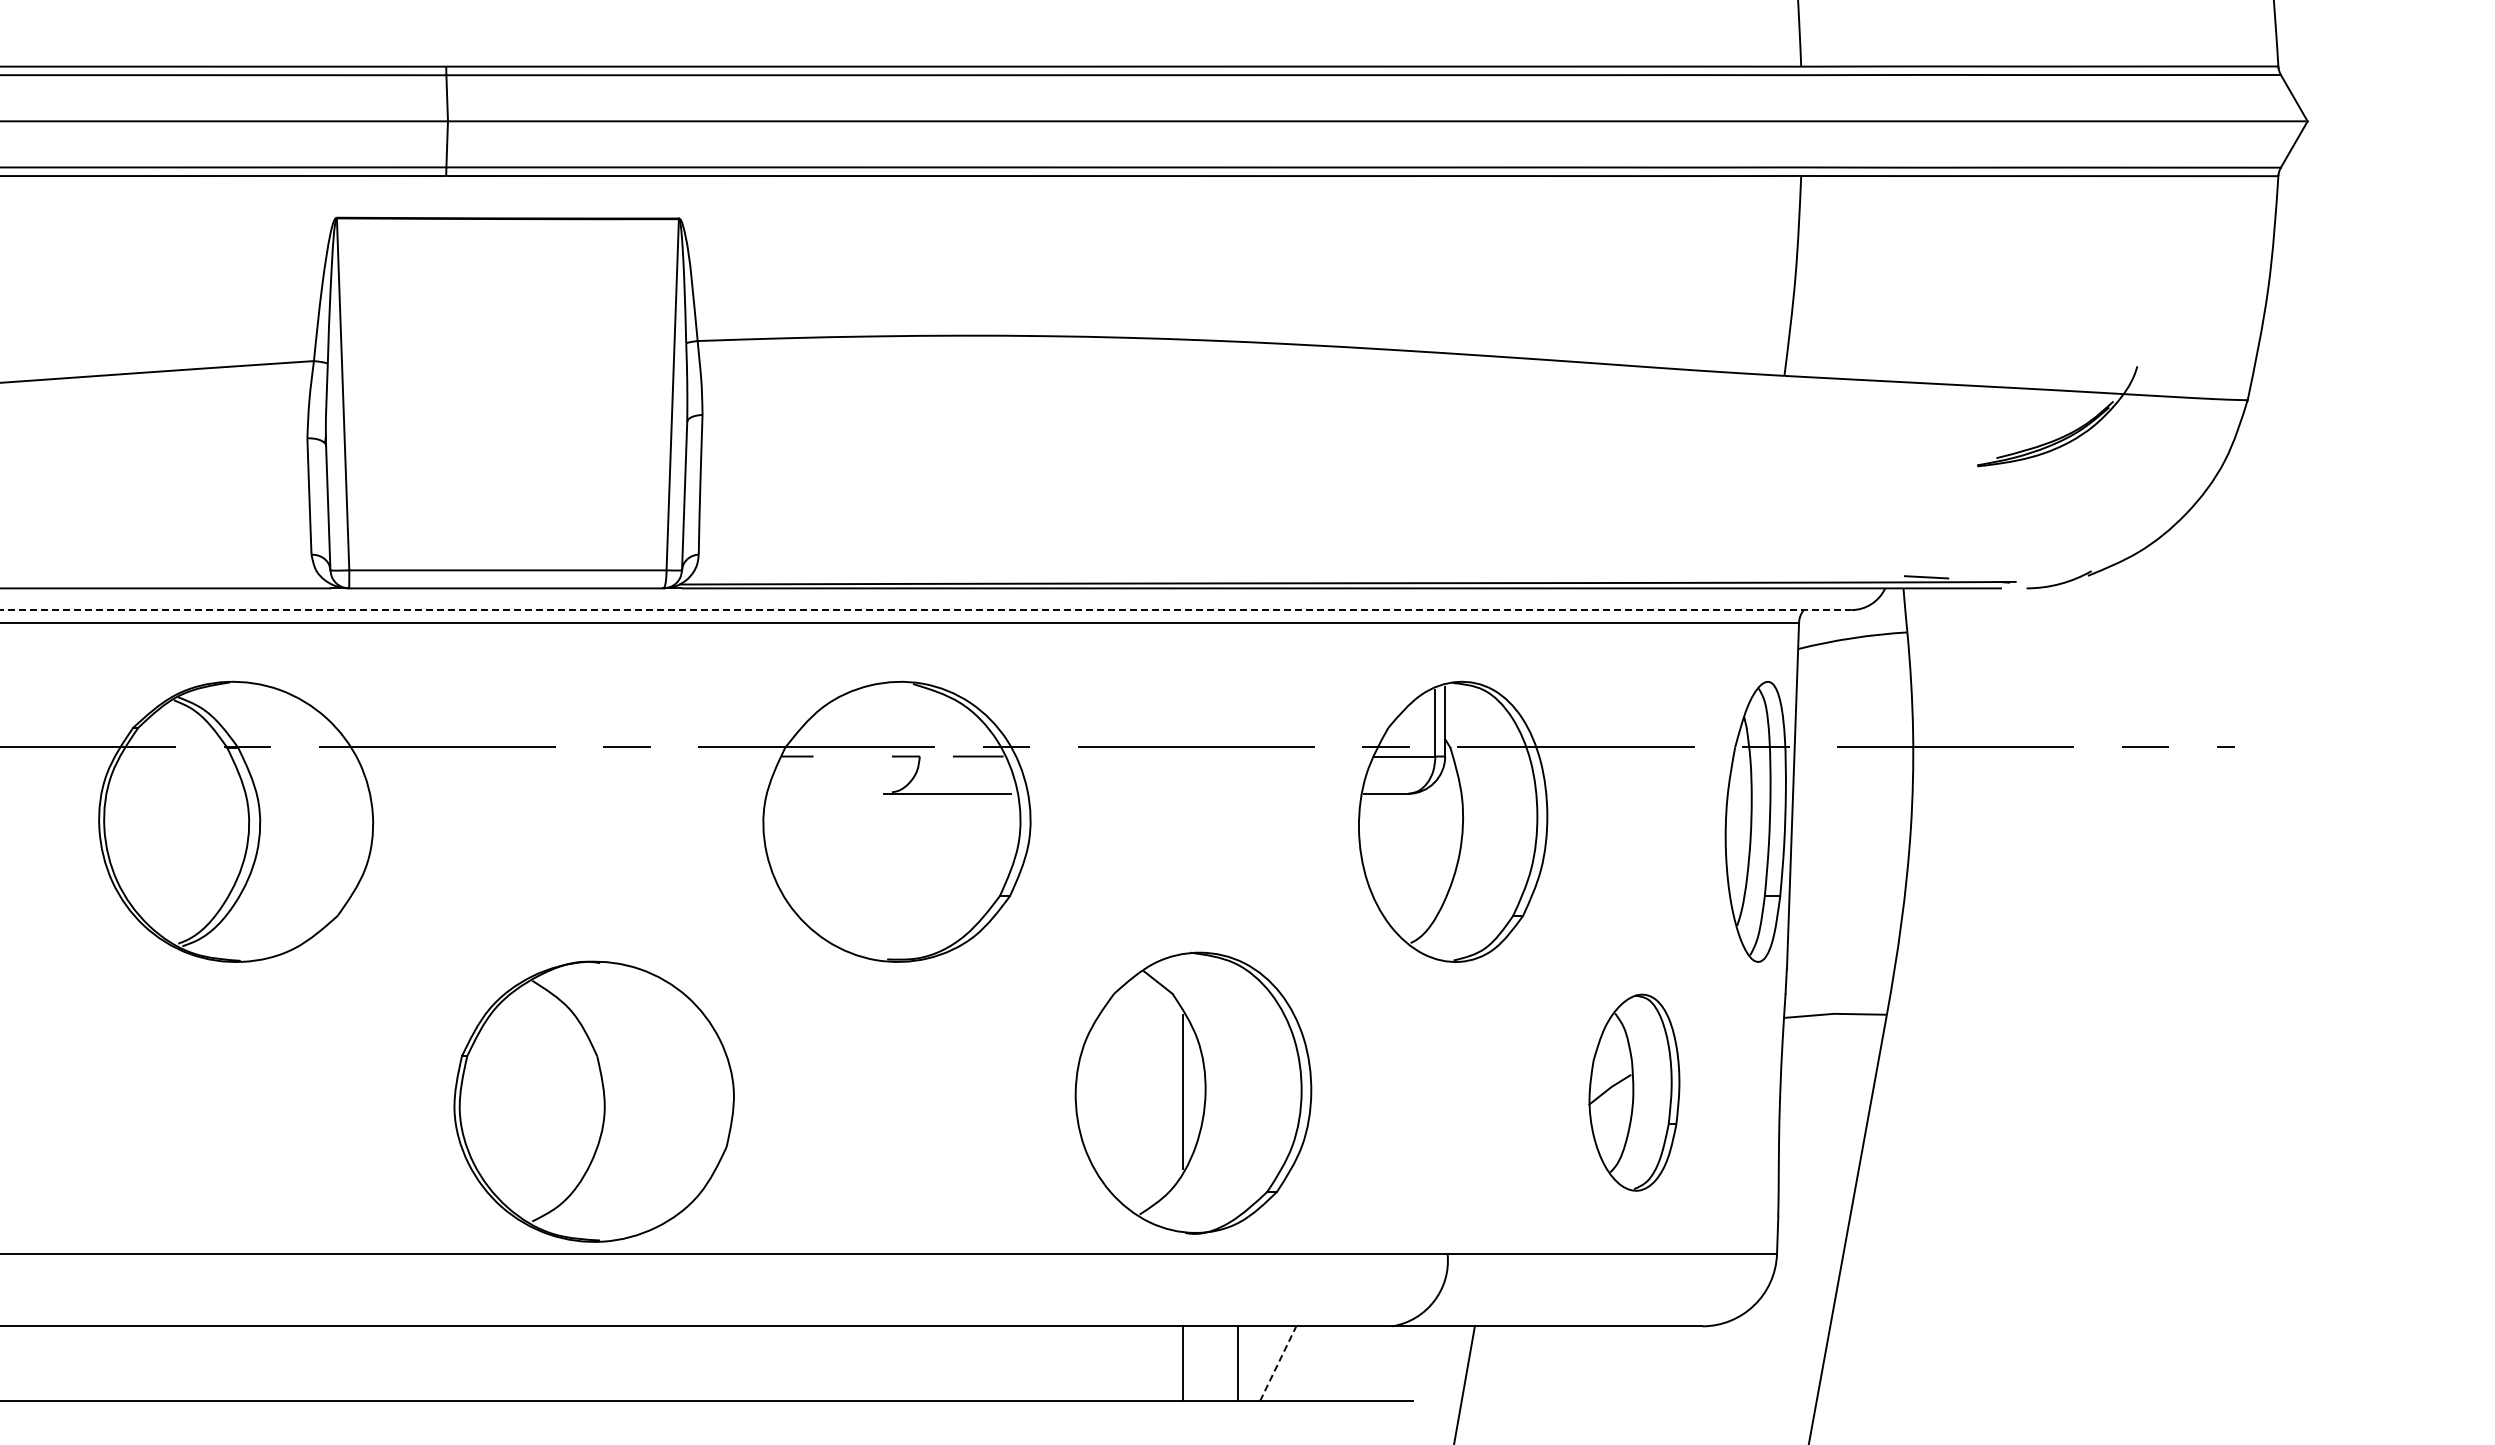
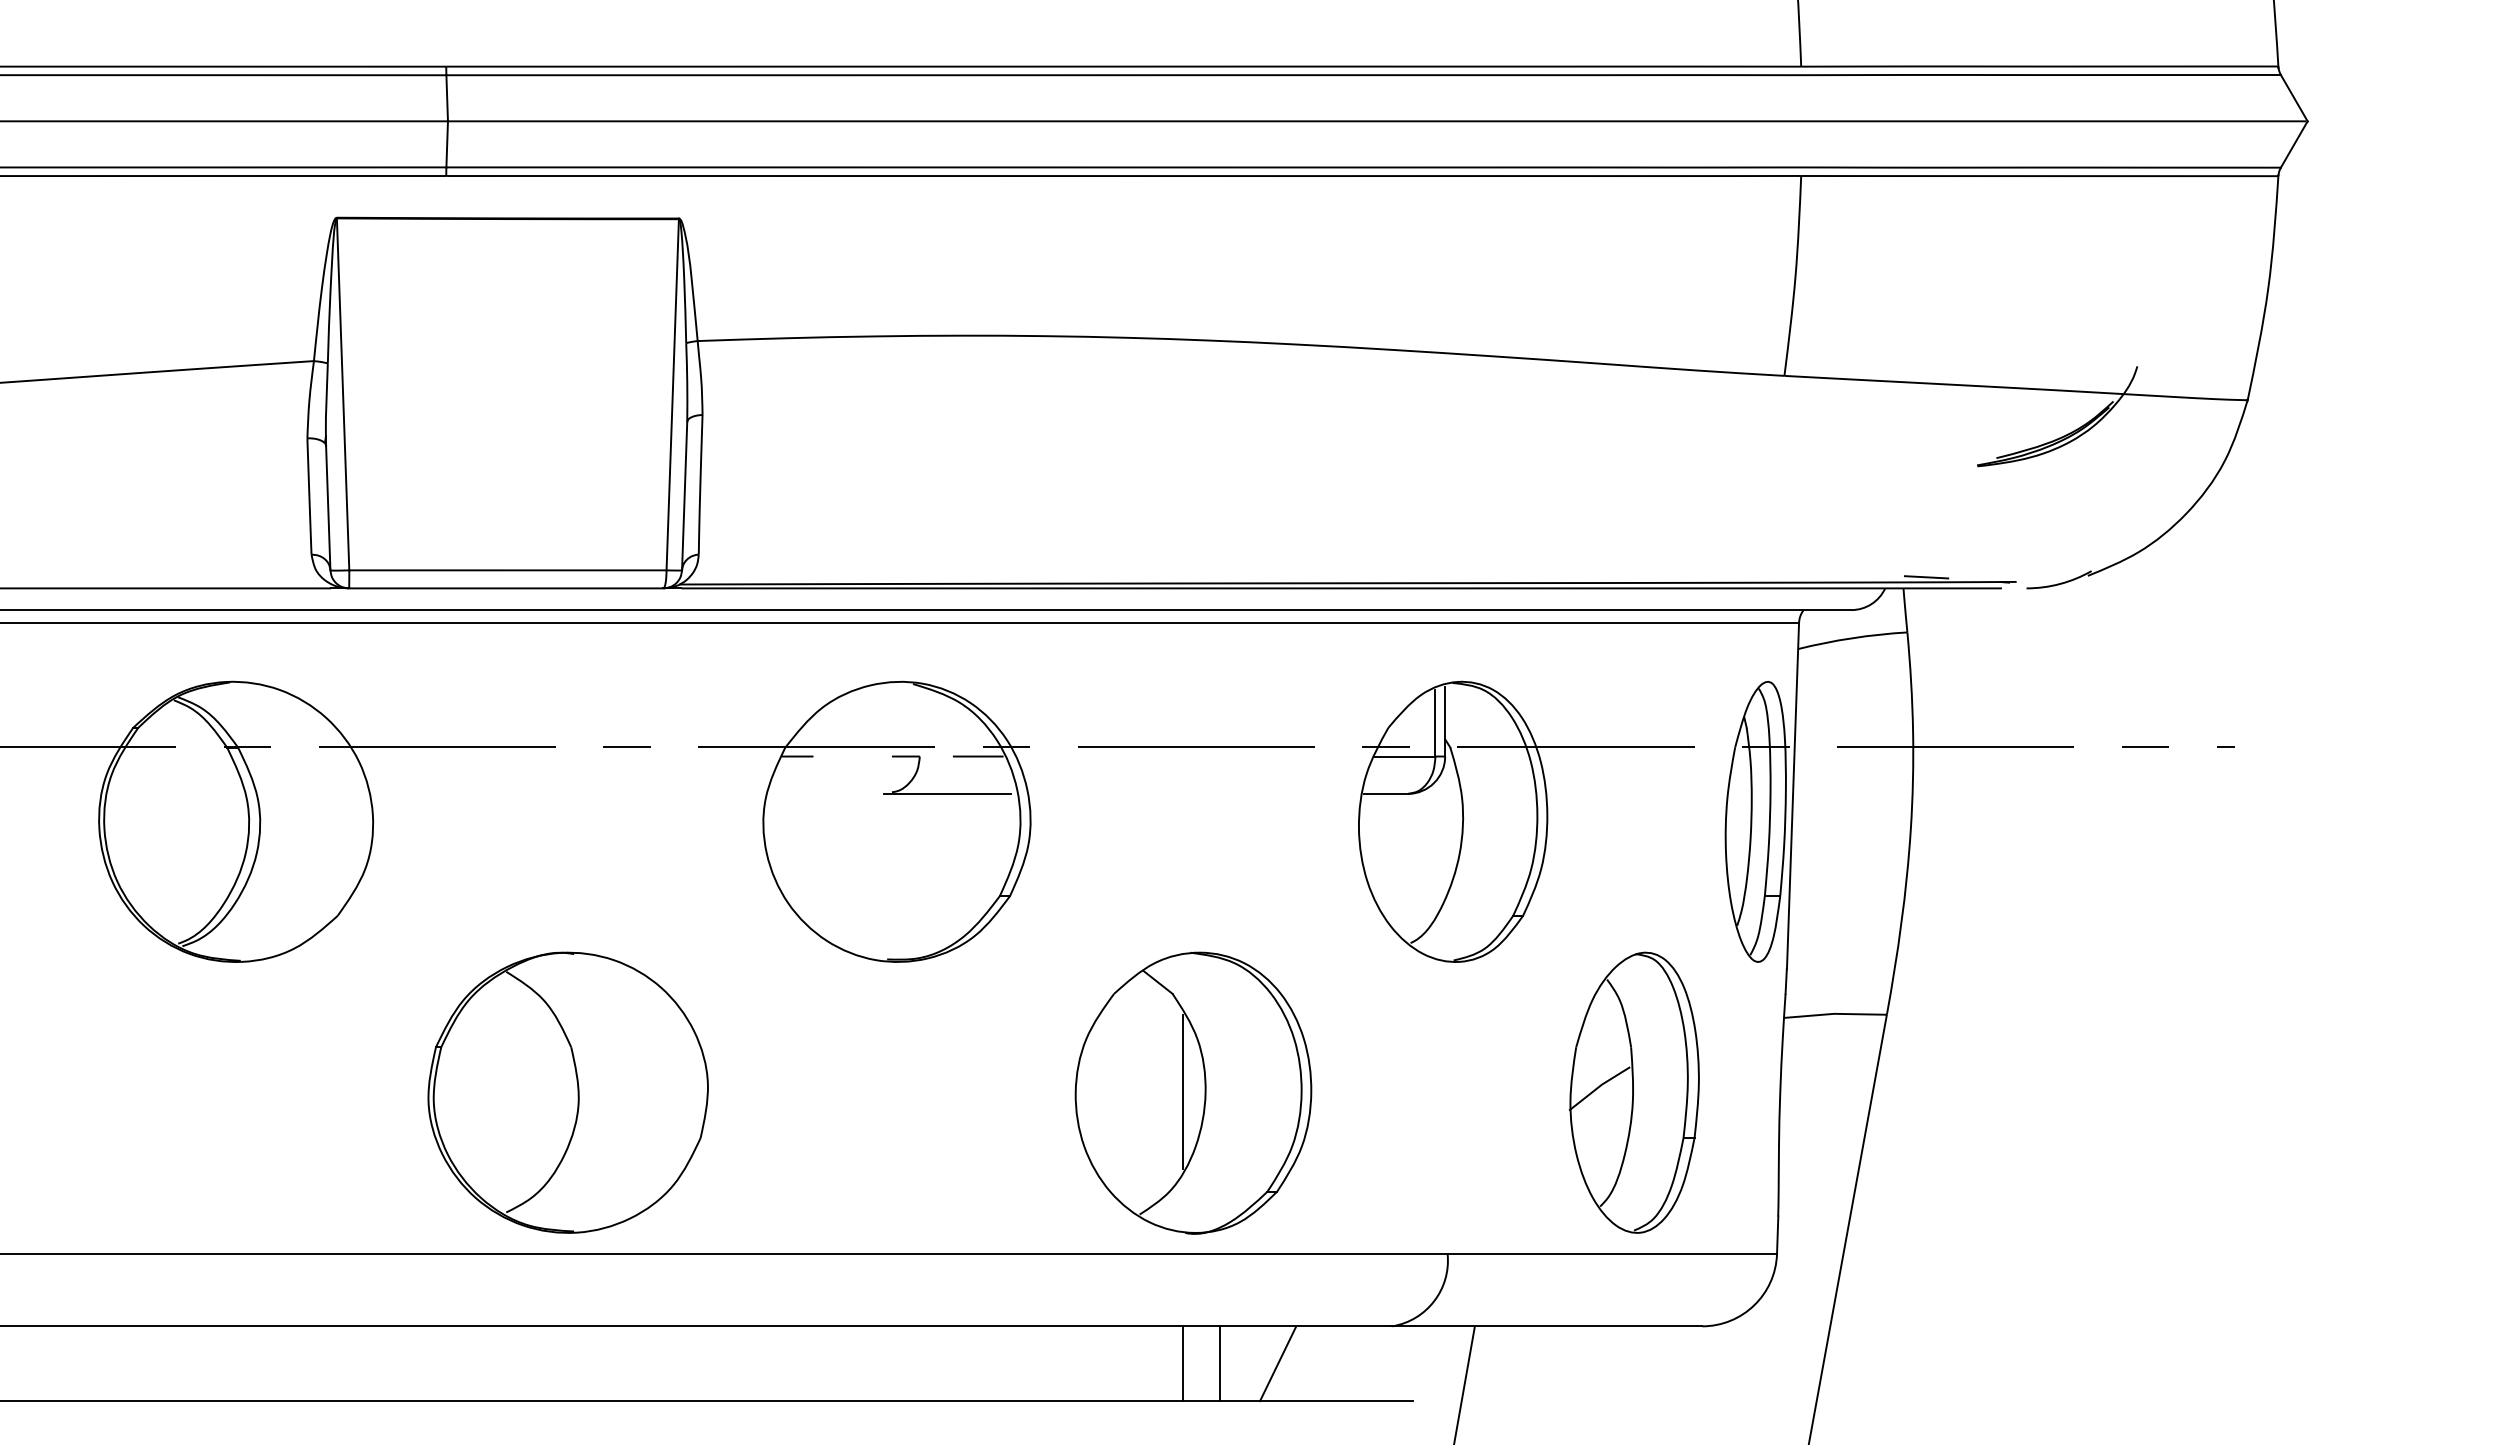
line at (926, 610): dashed -> solid
part at (1634, 1092) size: 93x199 px -> 132x283 px
part at (593, 1101) position: (593, 1101) -> (567, 1092)
line at (1238, 1363) position: (1238, 1363) -> (1220, 1363)
line at (1278, 1363): dashed -> solid
